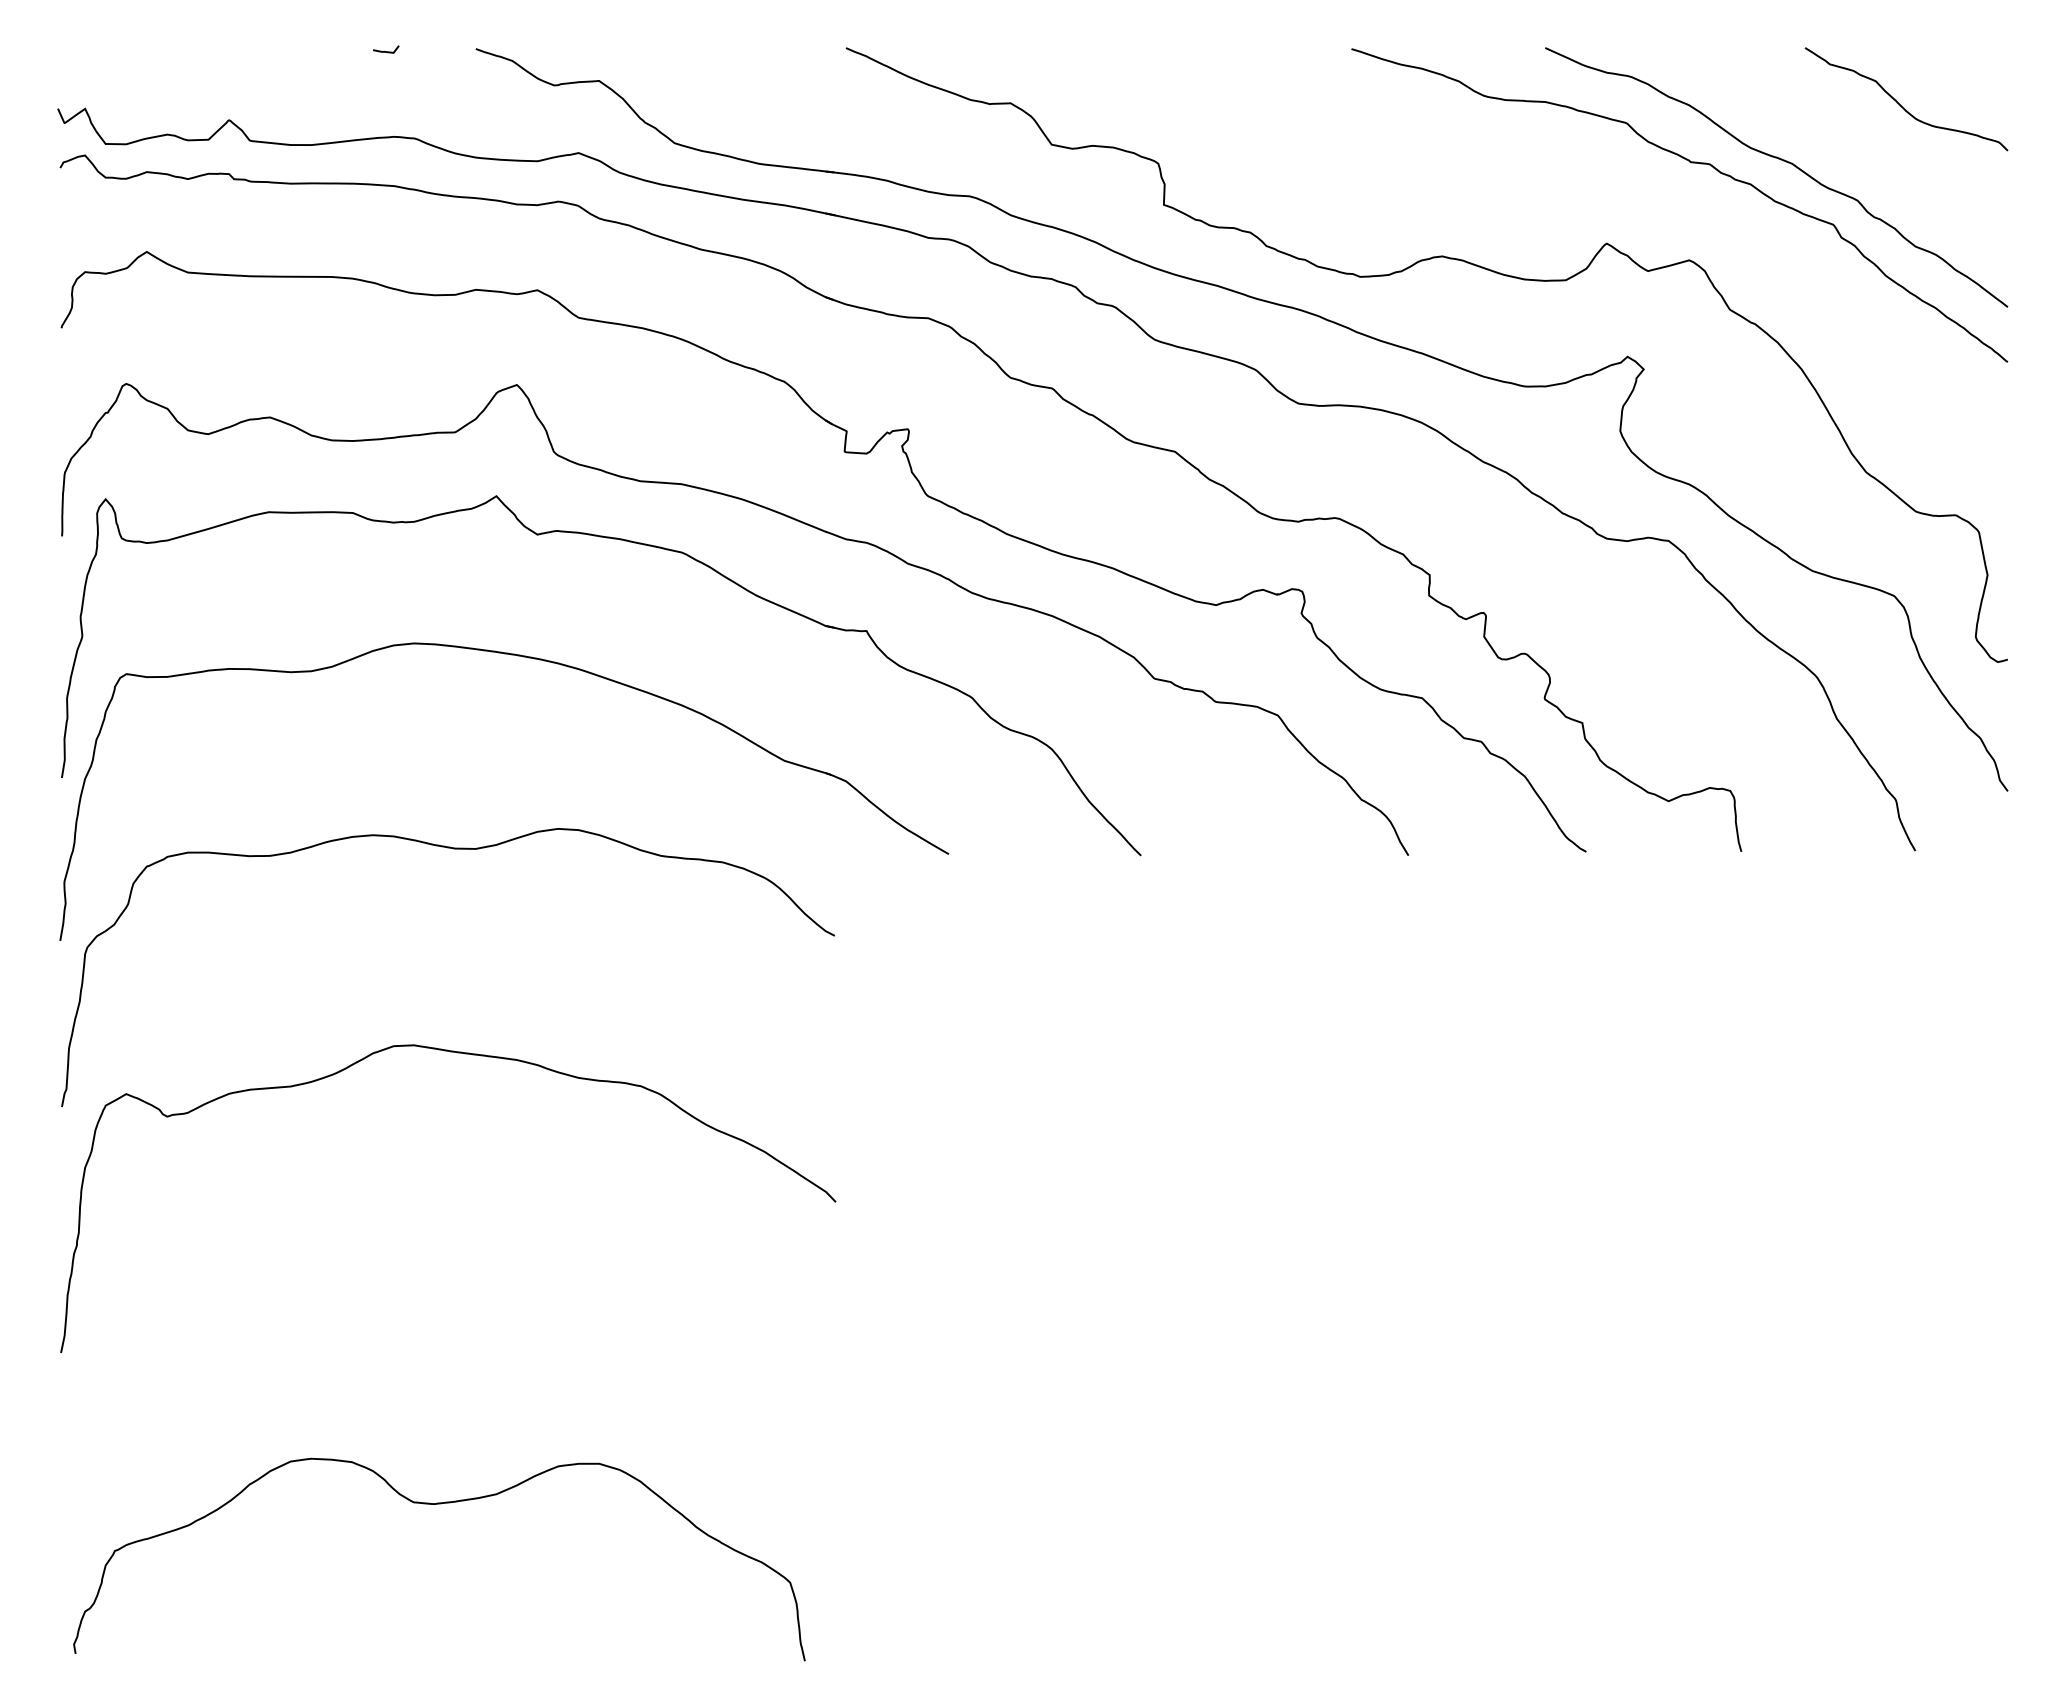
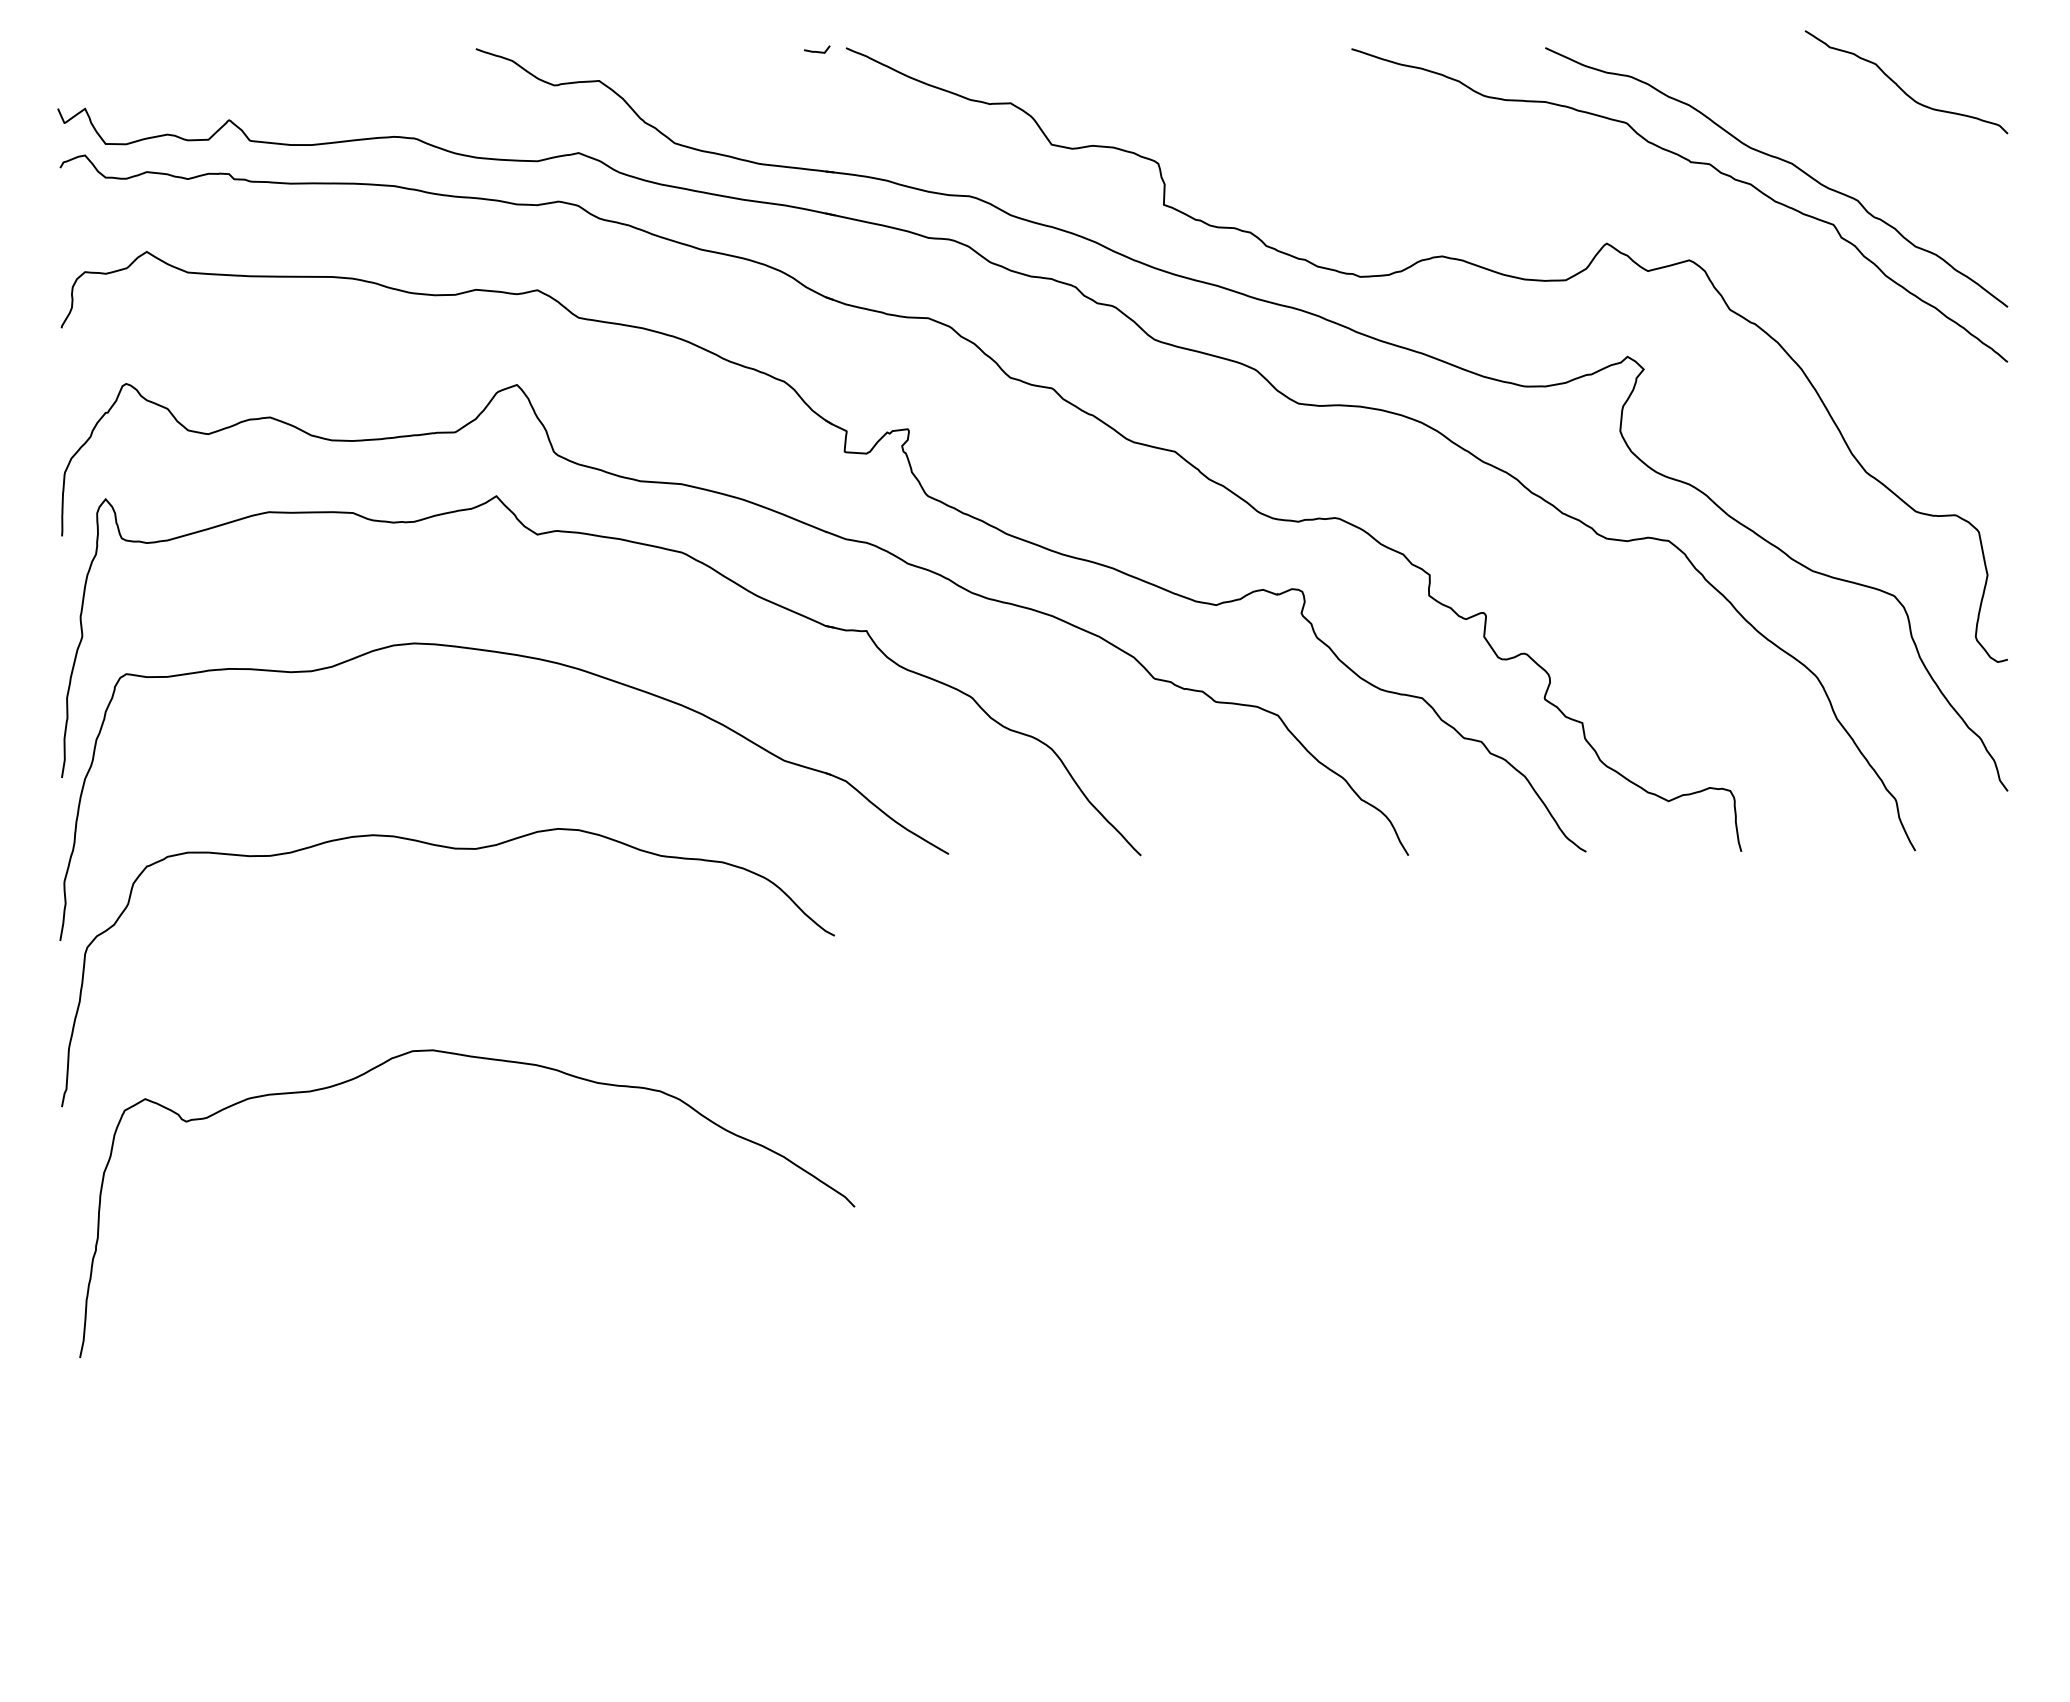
line at (386, 51) position: (386, 51) -> (817, 51)
curve at (1900, 104) position: (1900, 104) -> (1900, 87)
curve at (465, 1054) position: (465, 1054) -> (484, 1059)
curve at (439, 1504): present -> none
